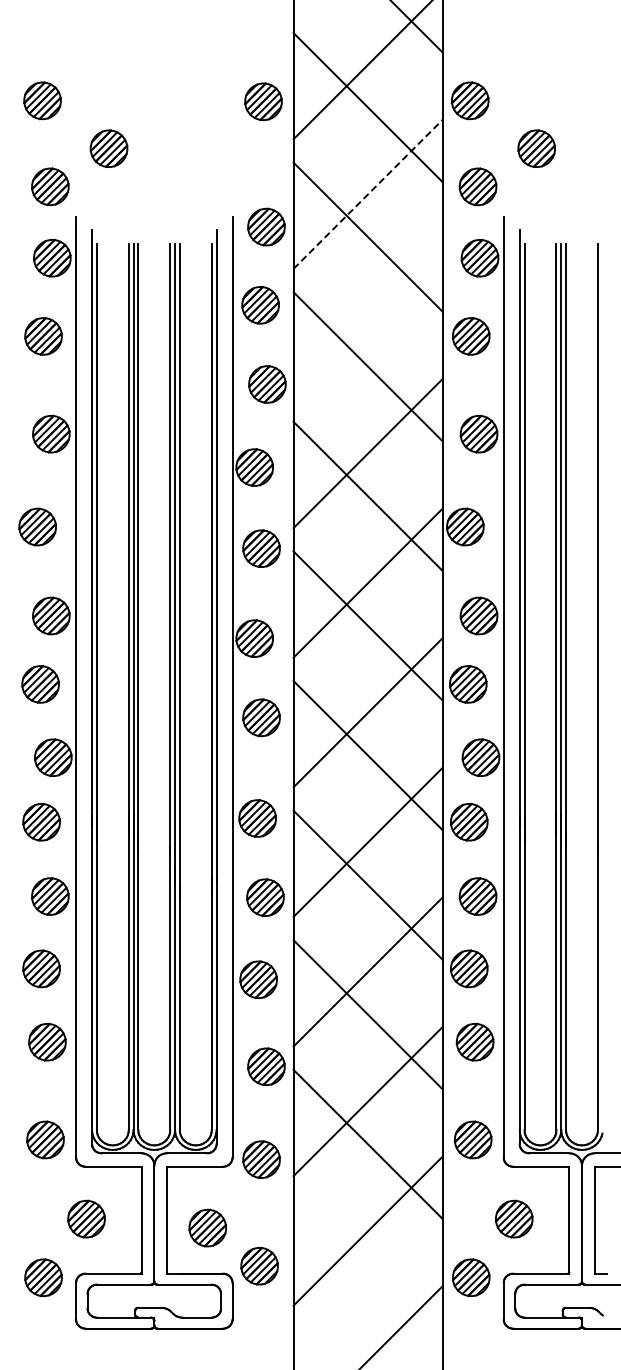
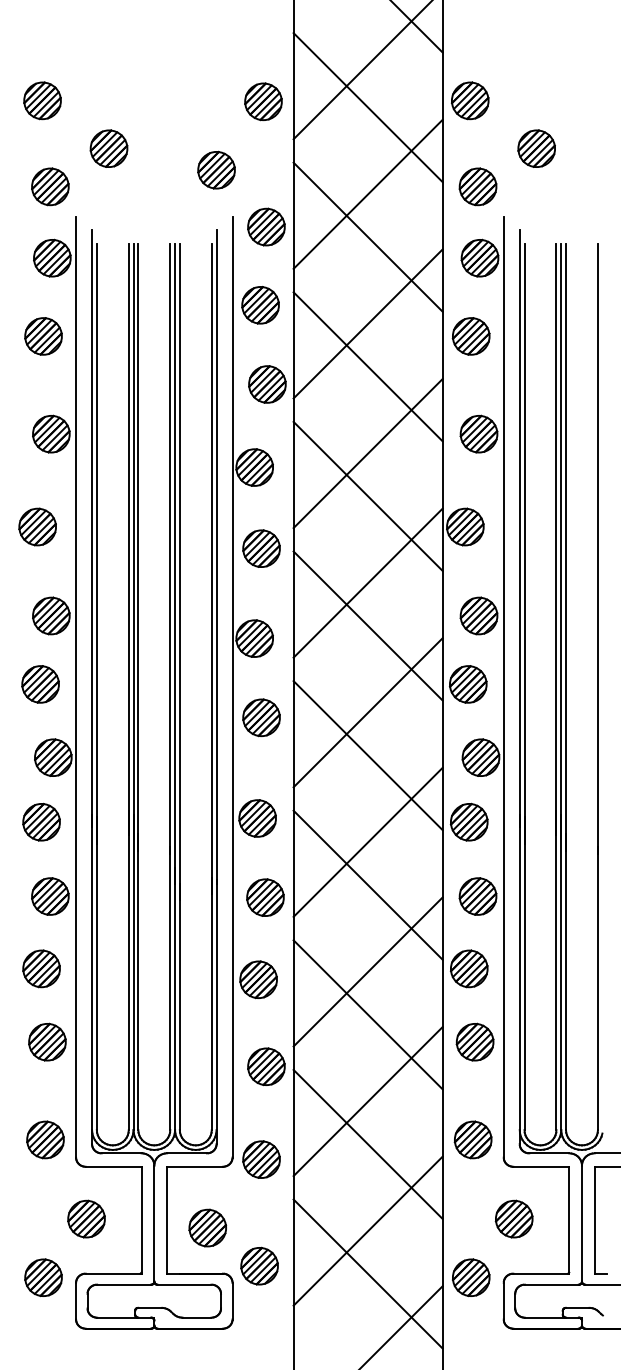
part at (216, 169): none -> present
line at (368, 193): dashed -> solid
line at (367, 323): none -> present
line at (367, 1273): none -> present
